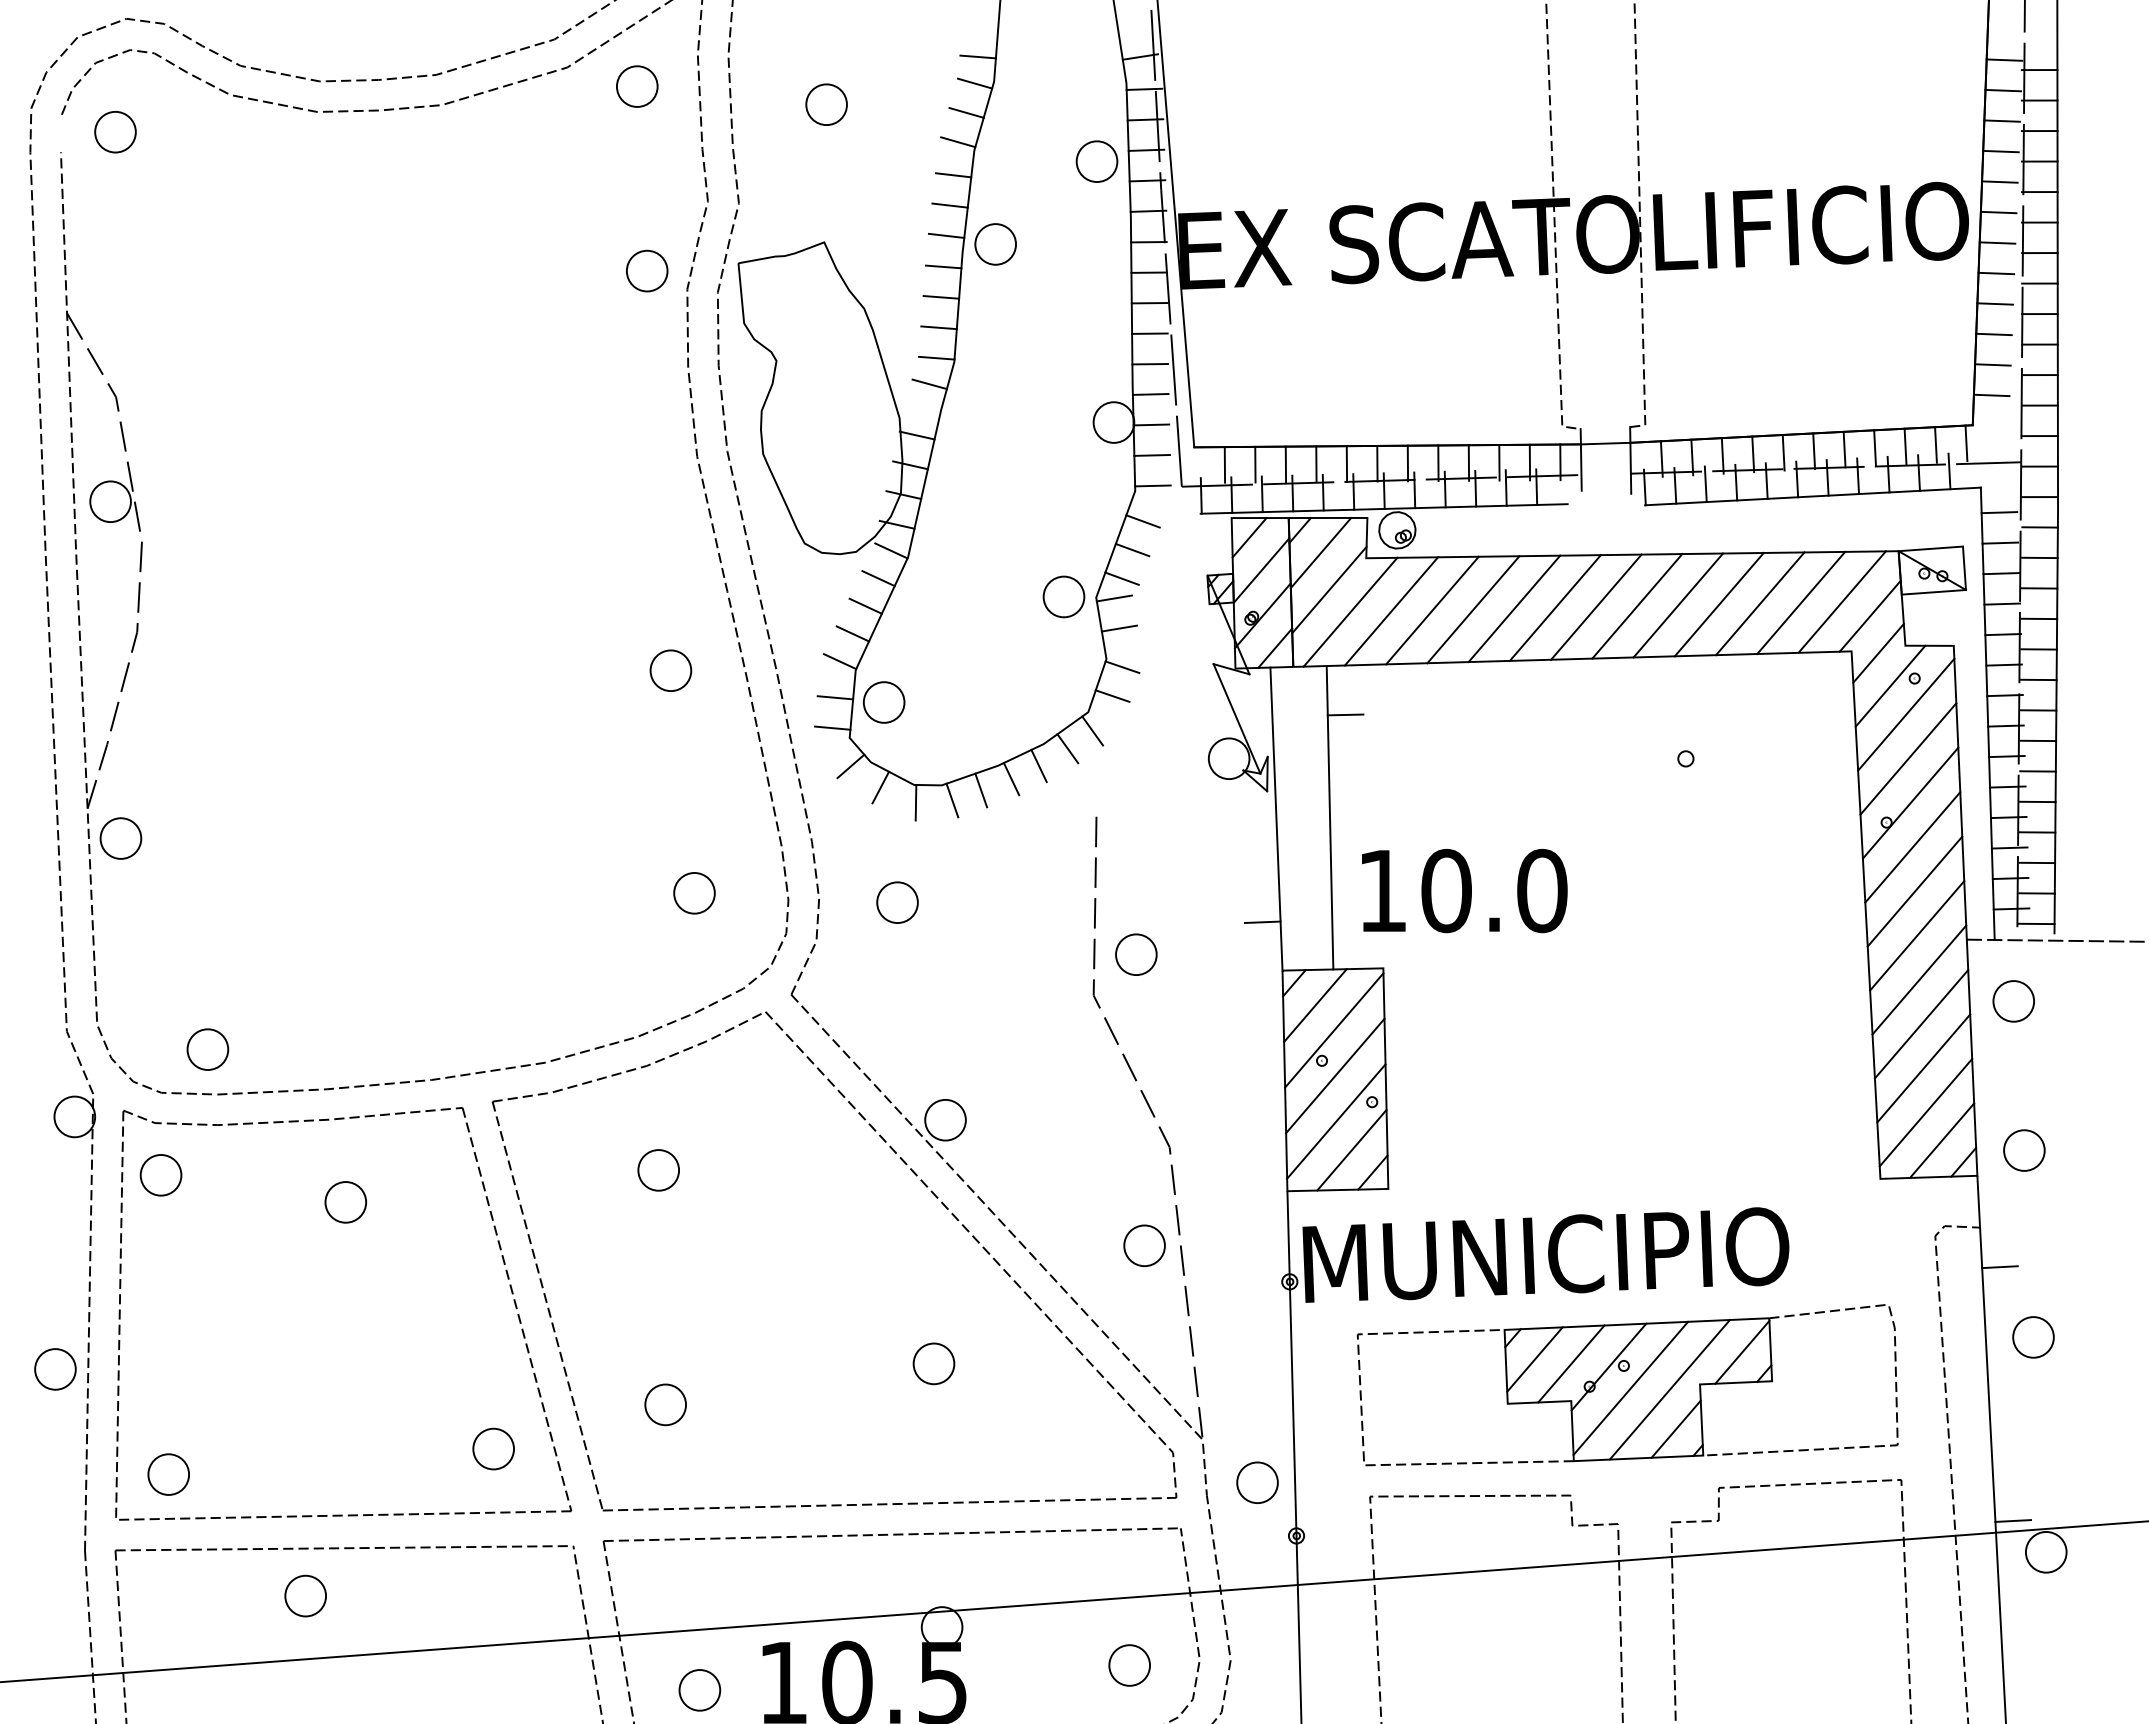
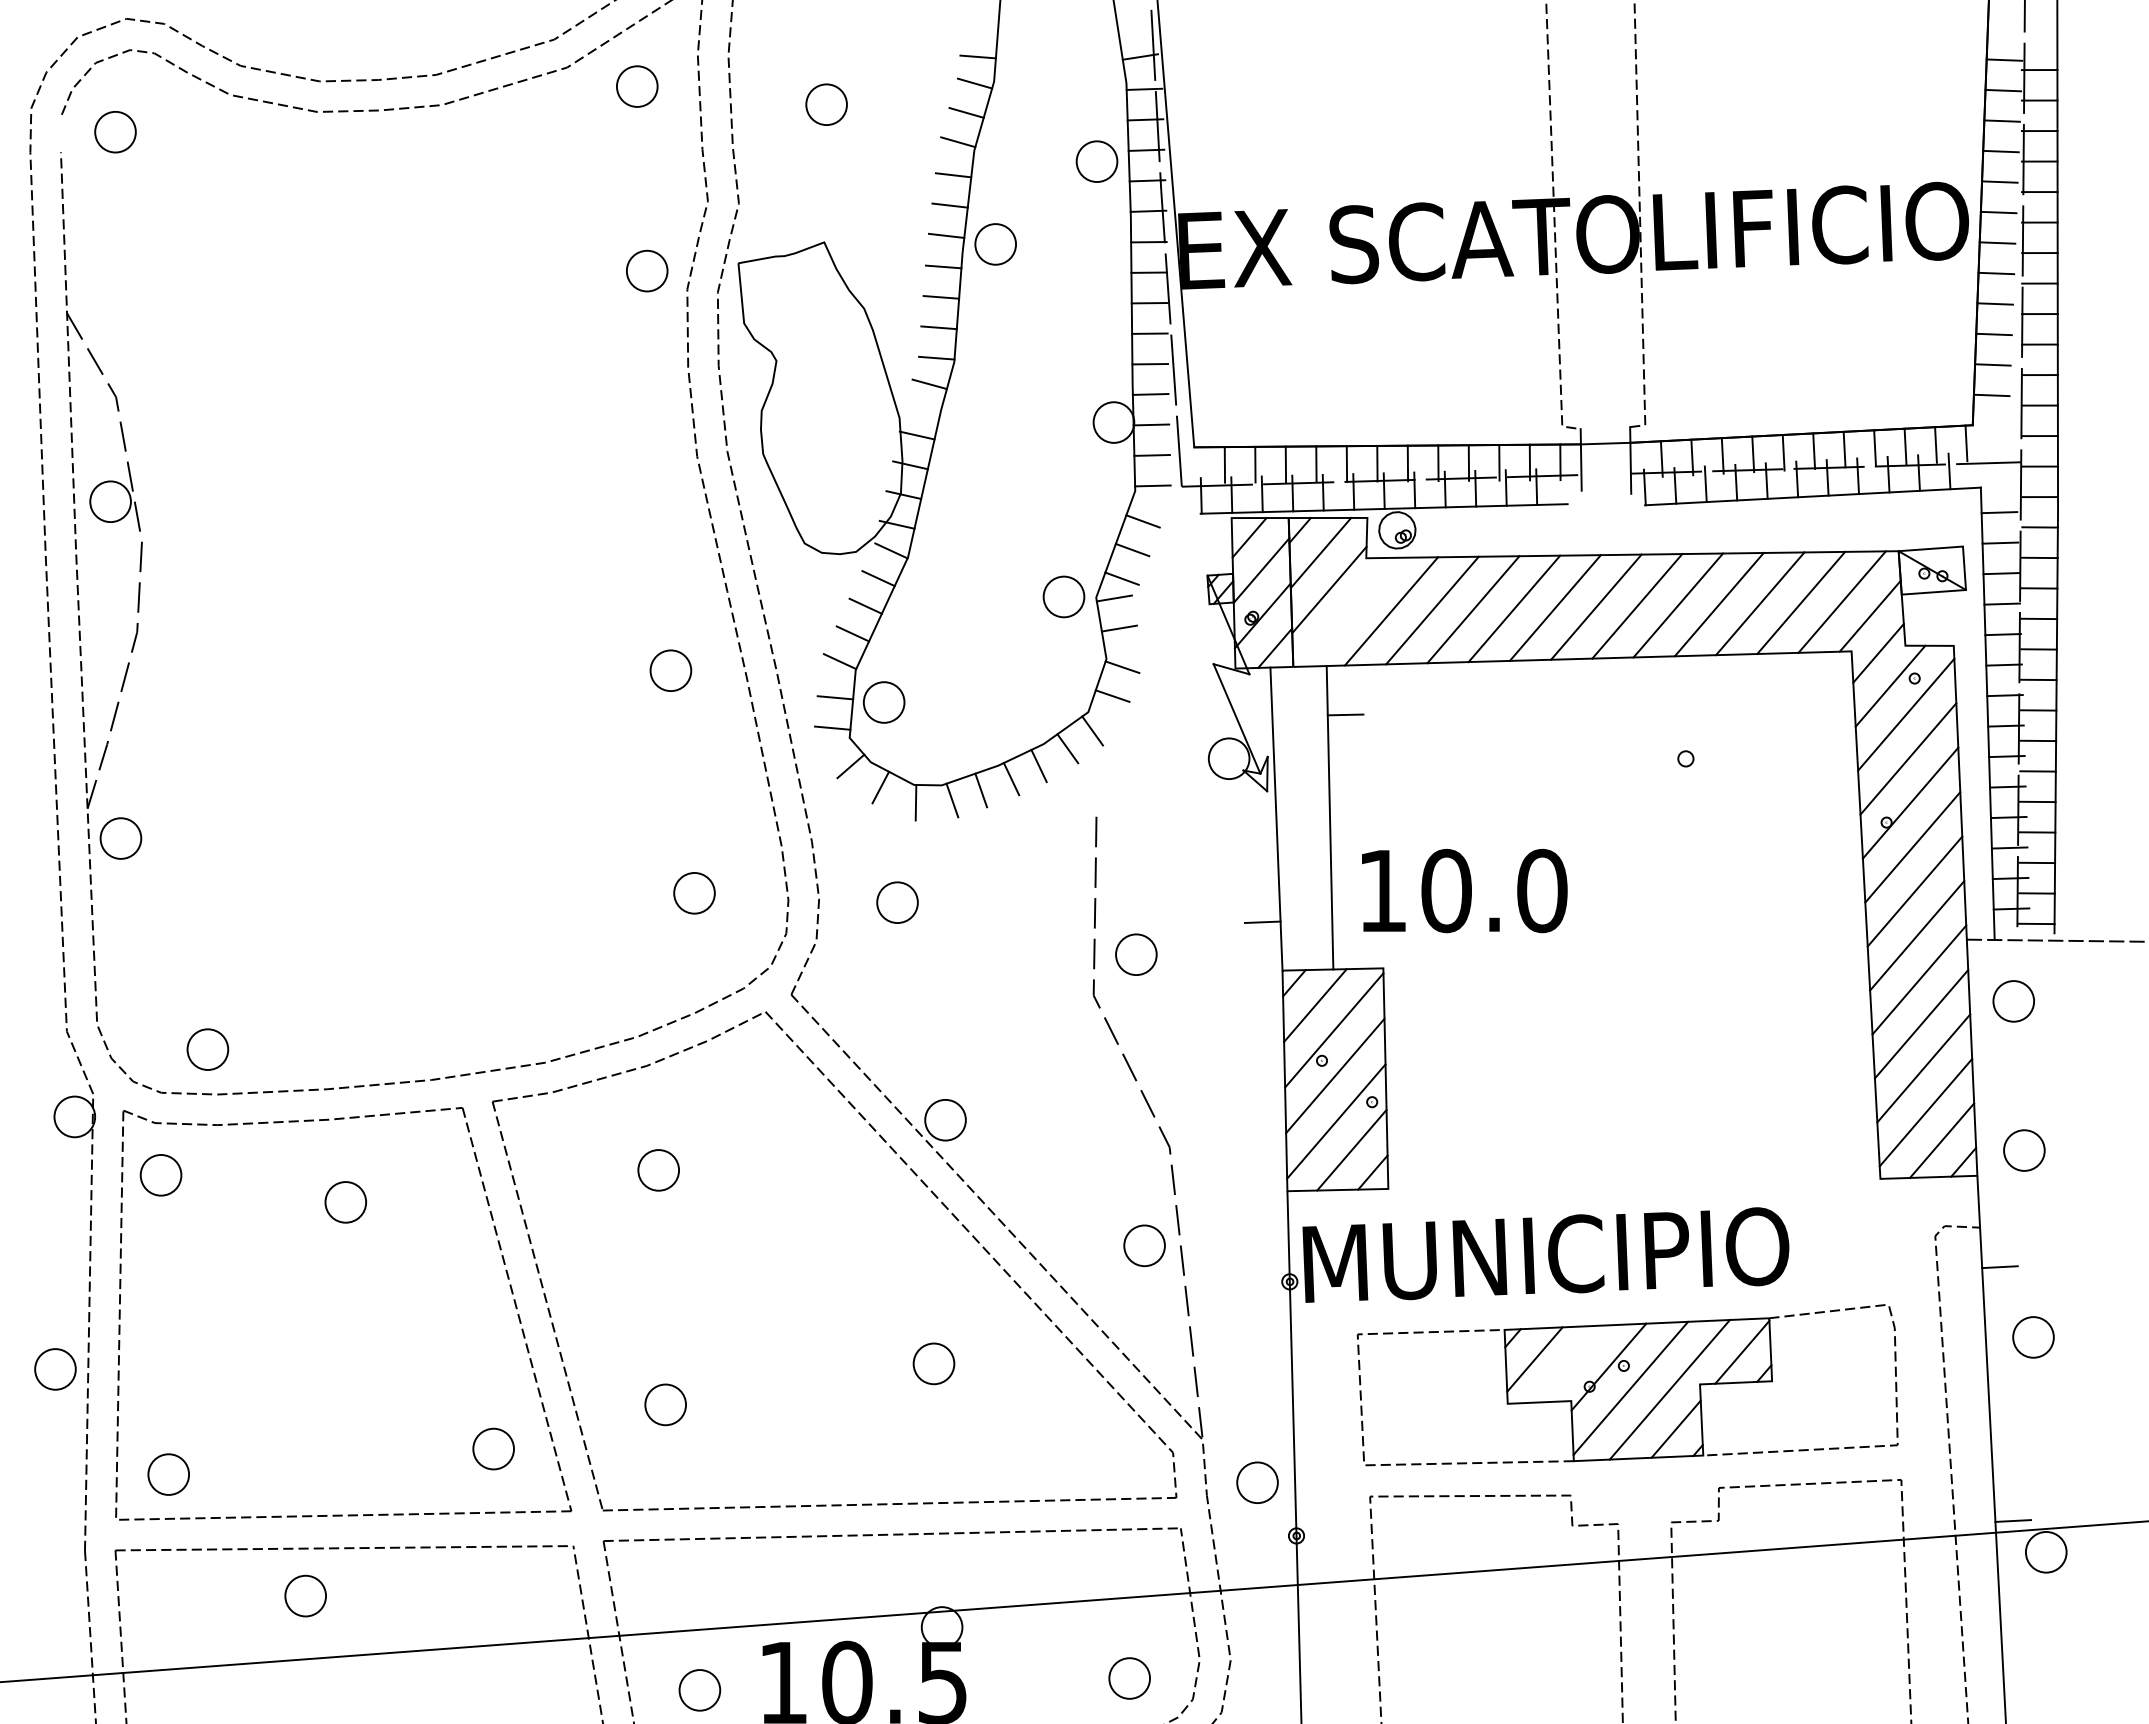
line at (1350, 611): present -> none
line at (1571, 1363): present -> none
part at (1129, 1665) position: (1129, 1665) -> (1129, 1678)
